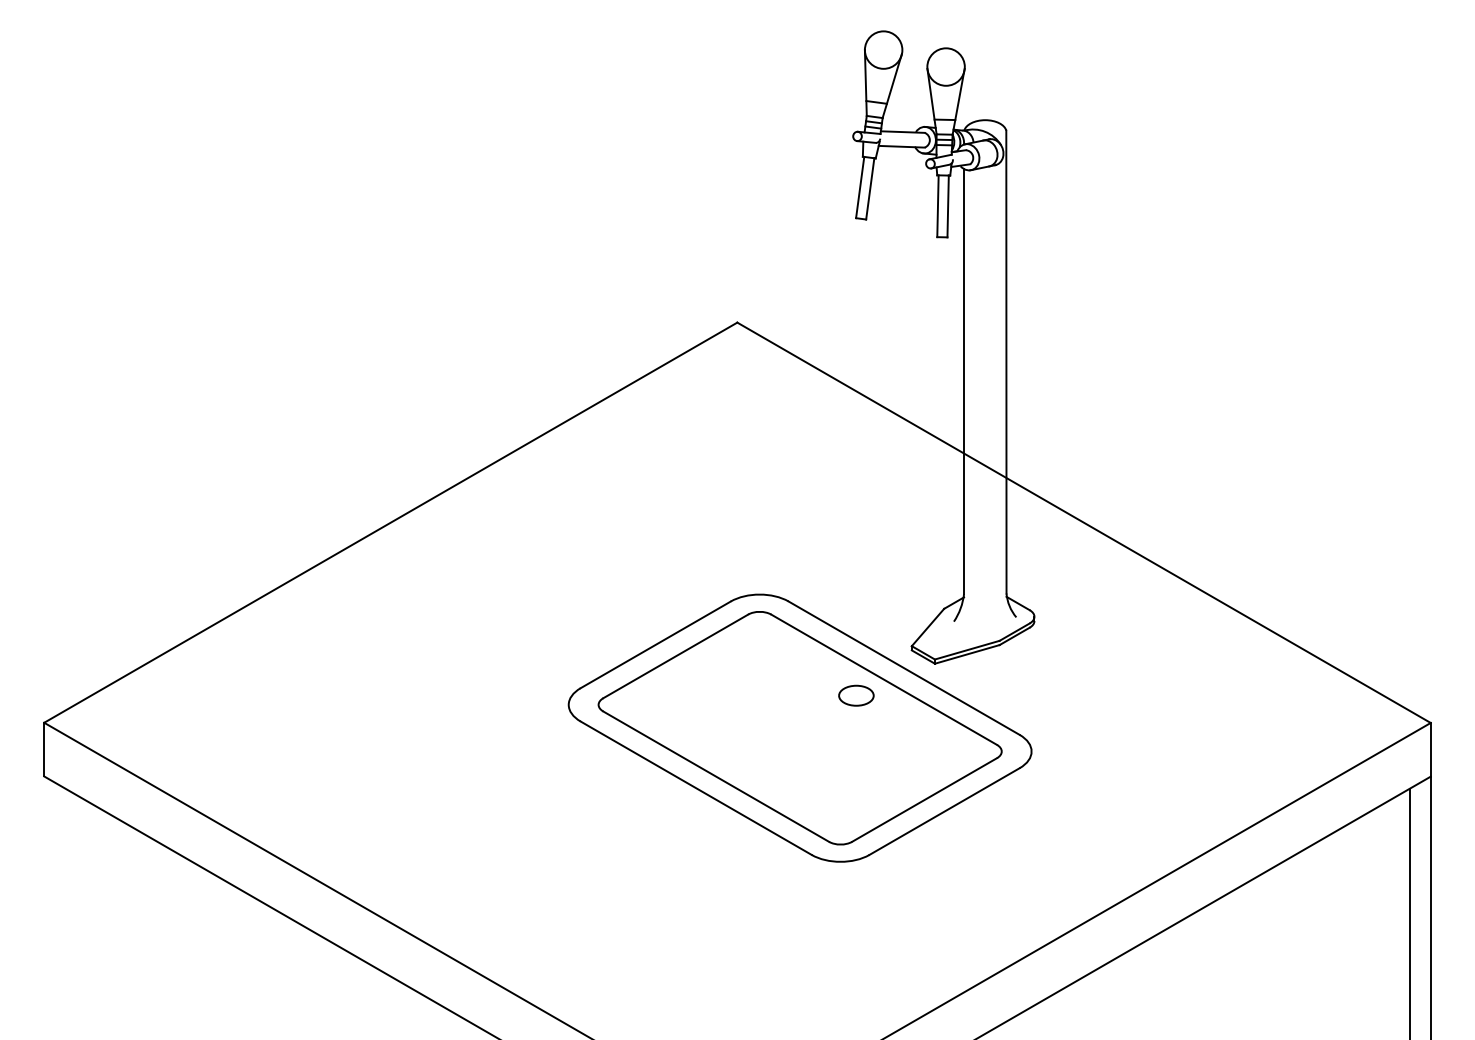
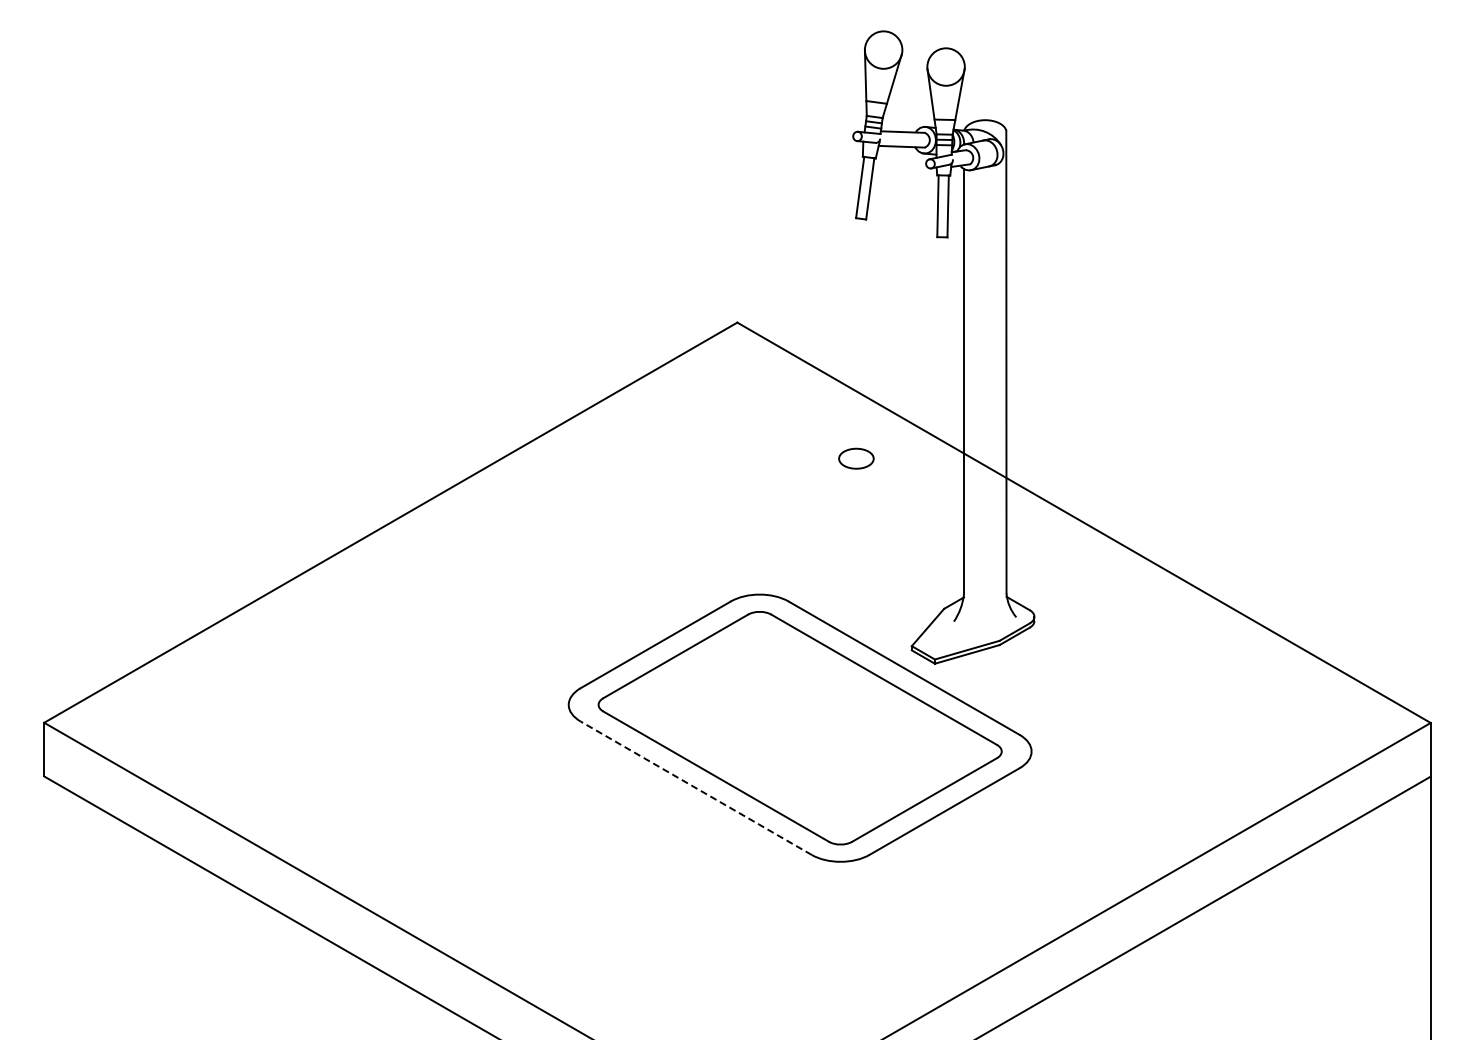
part at (856, 695) position: (856, 695) -> (856, 458)
line at (695, 787): solid -> dashed
line at (1409, 912): present -> none
